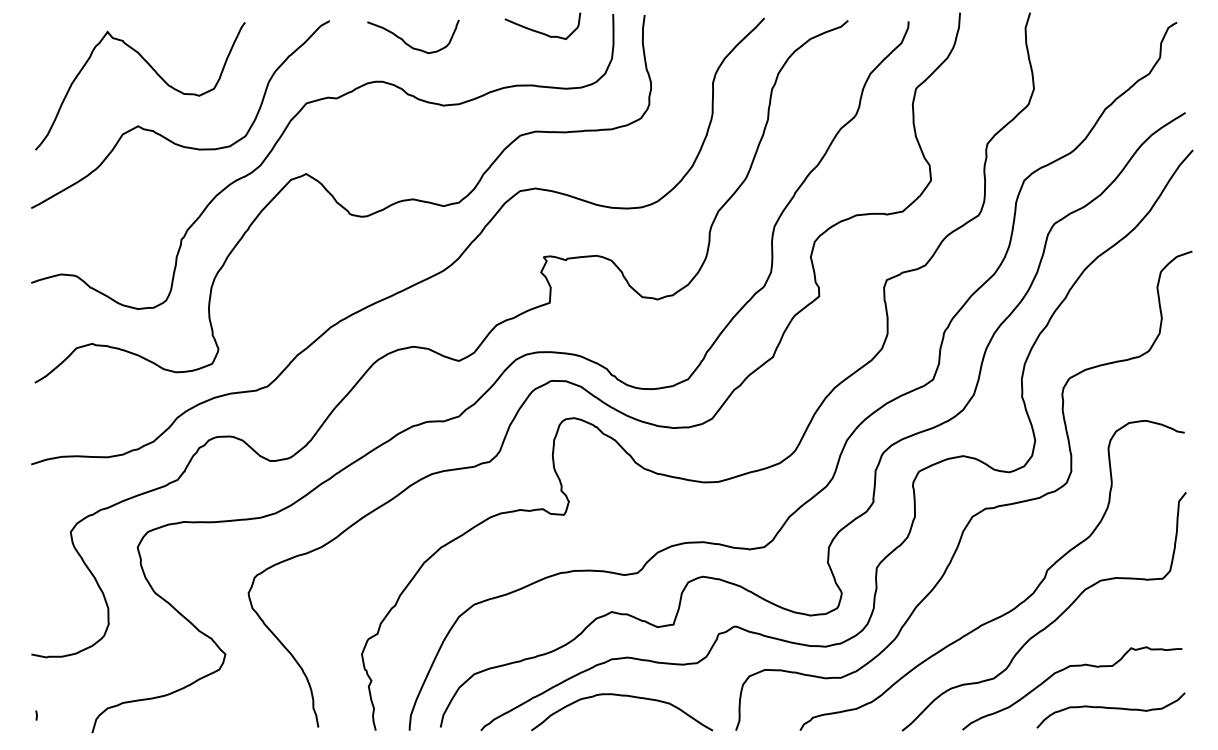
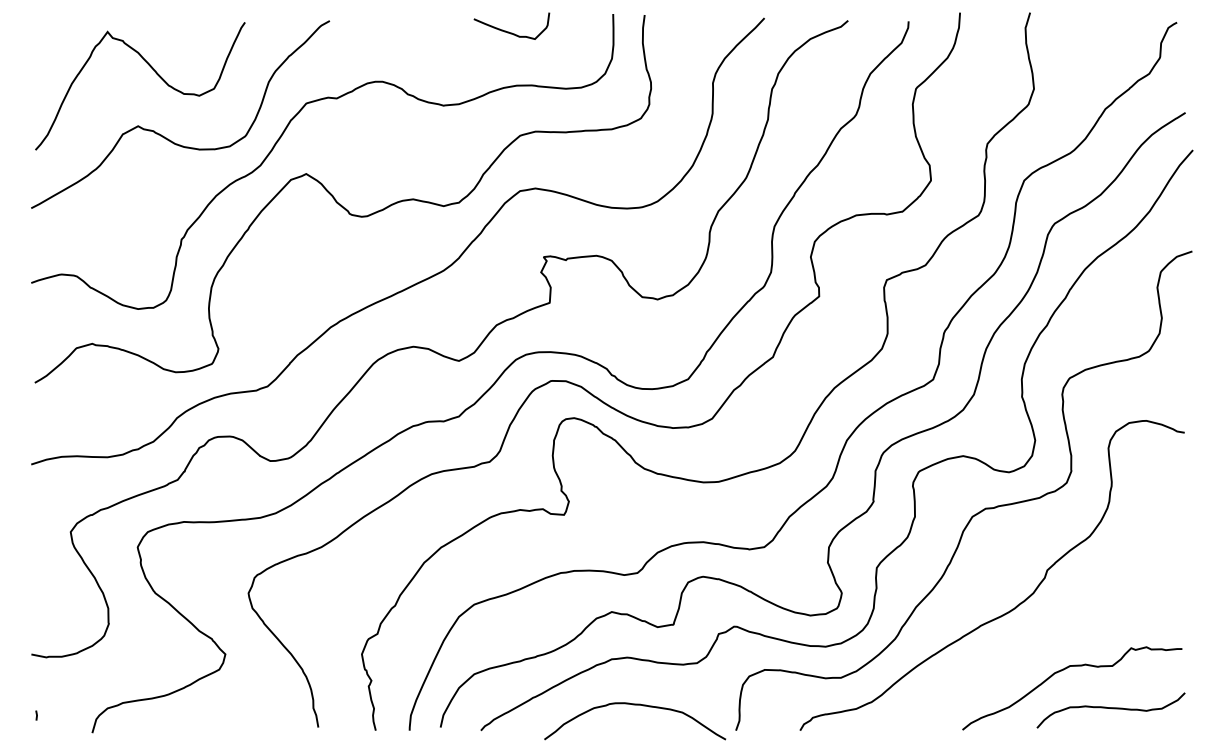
curve at (540, 31) position: (540, 31) -> (509, 31)
curve at (409, 44): present -> none
curve at (1050, 622): present -> none
curve at (622, 696) position: (622, 696) -> (635, 705)
